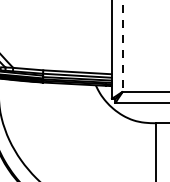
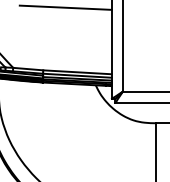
line at (65, 7): none -> present
line at (122, 46): dashed -> solid
